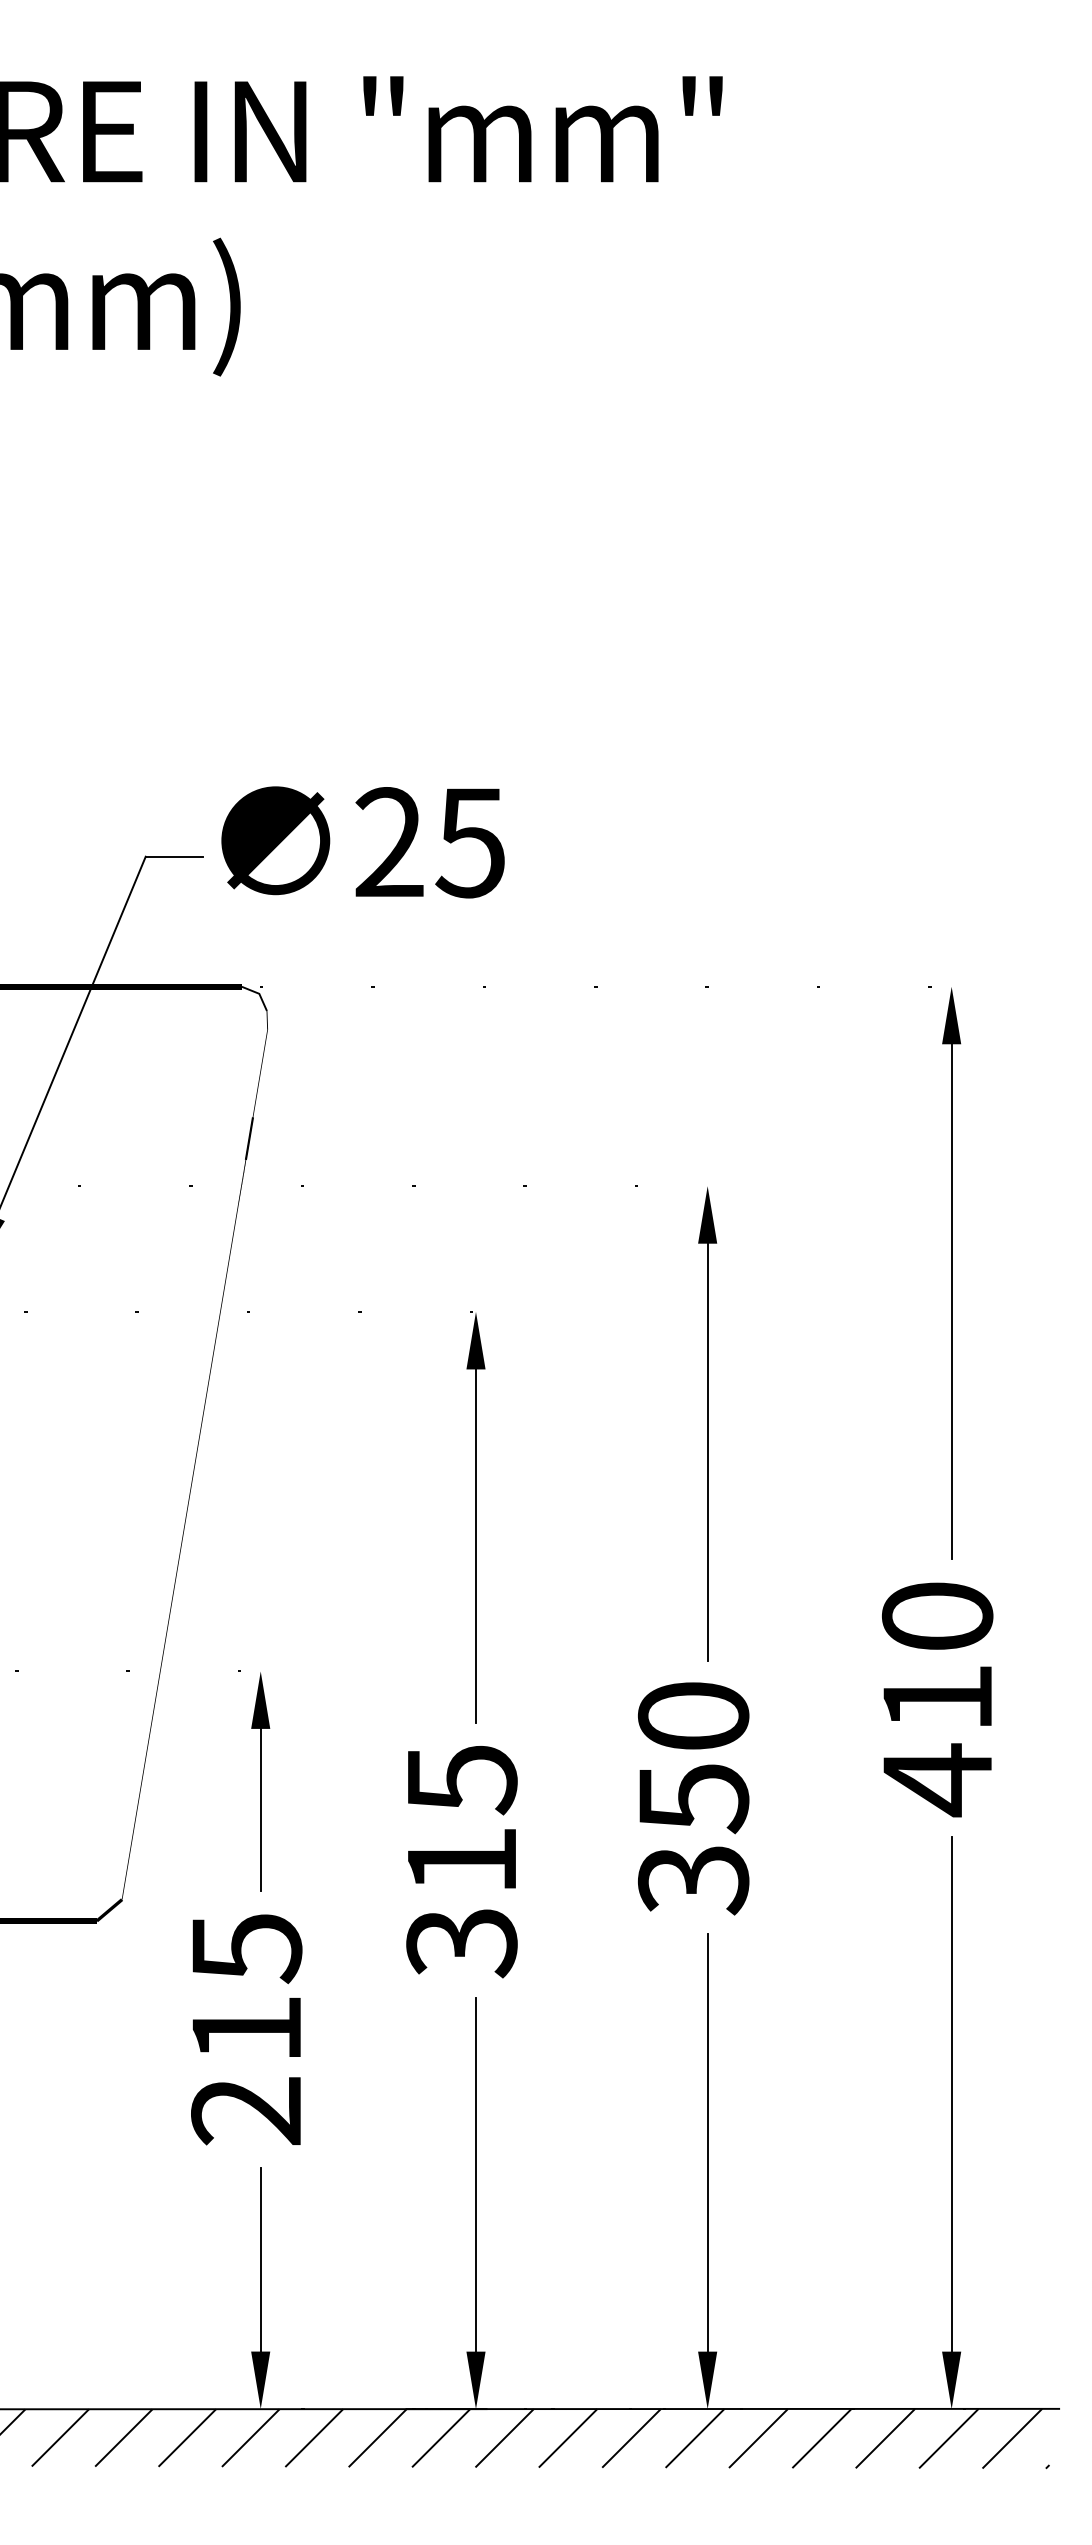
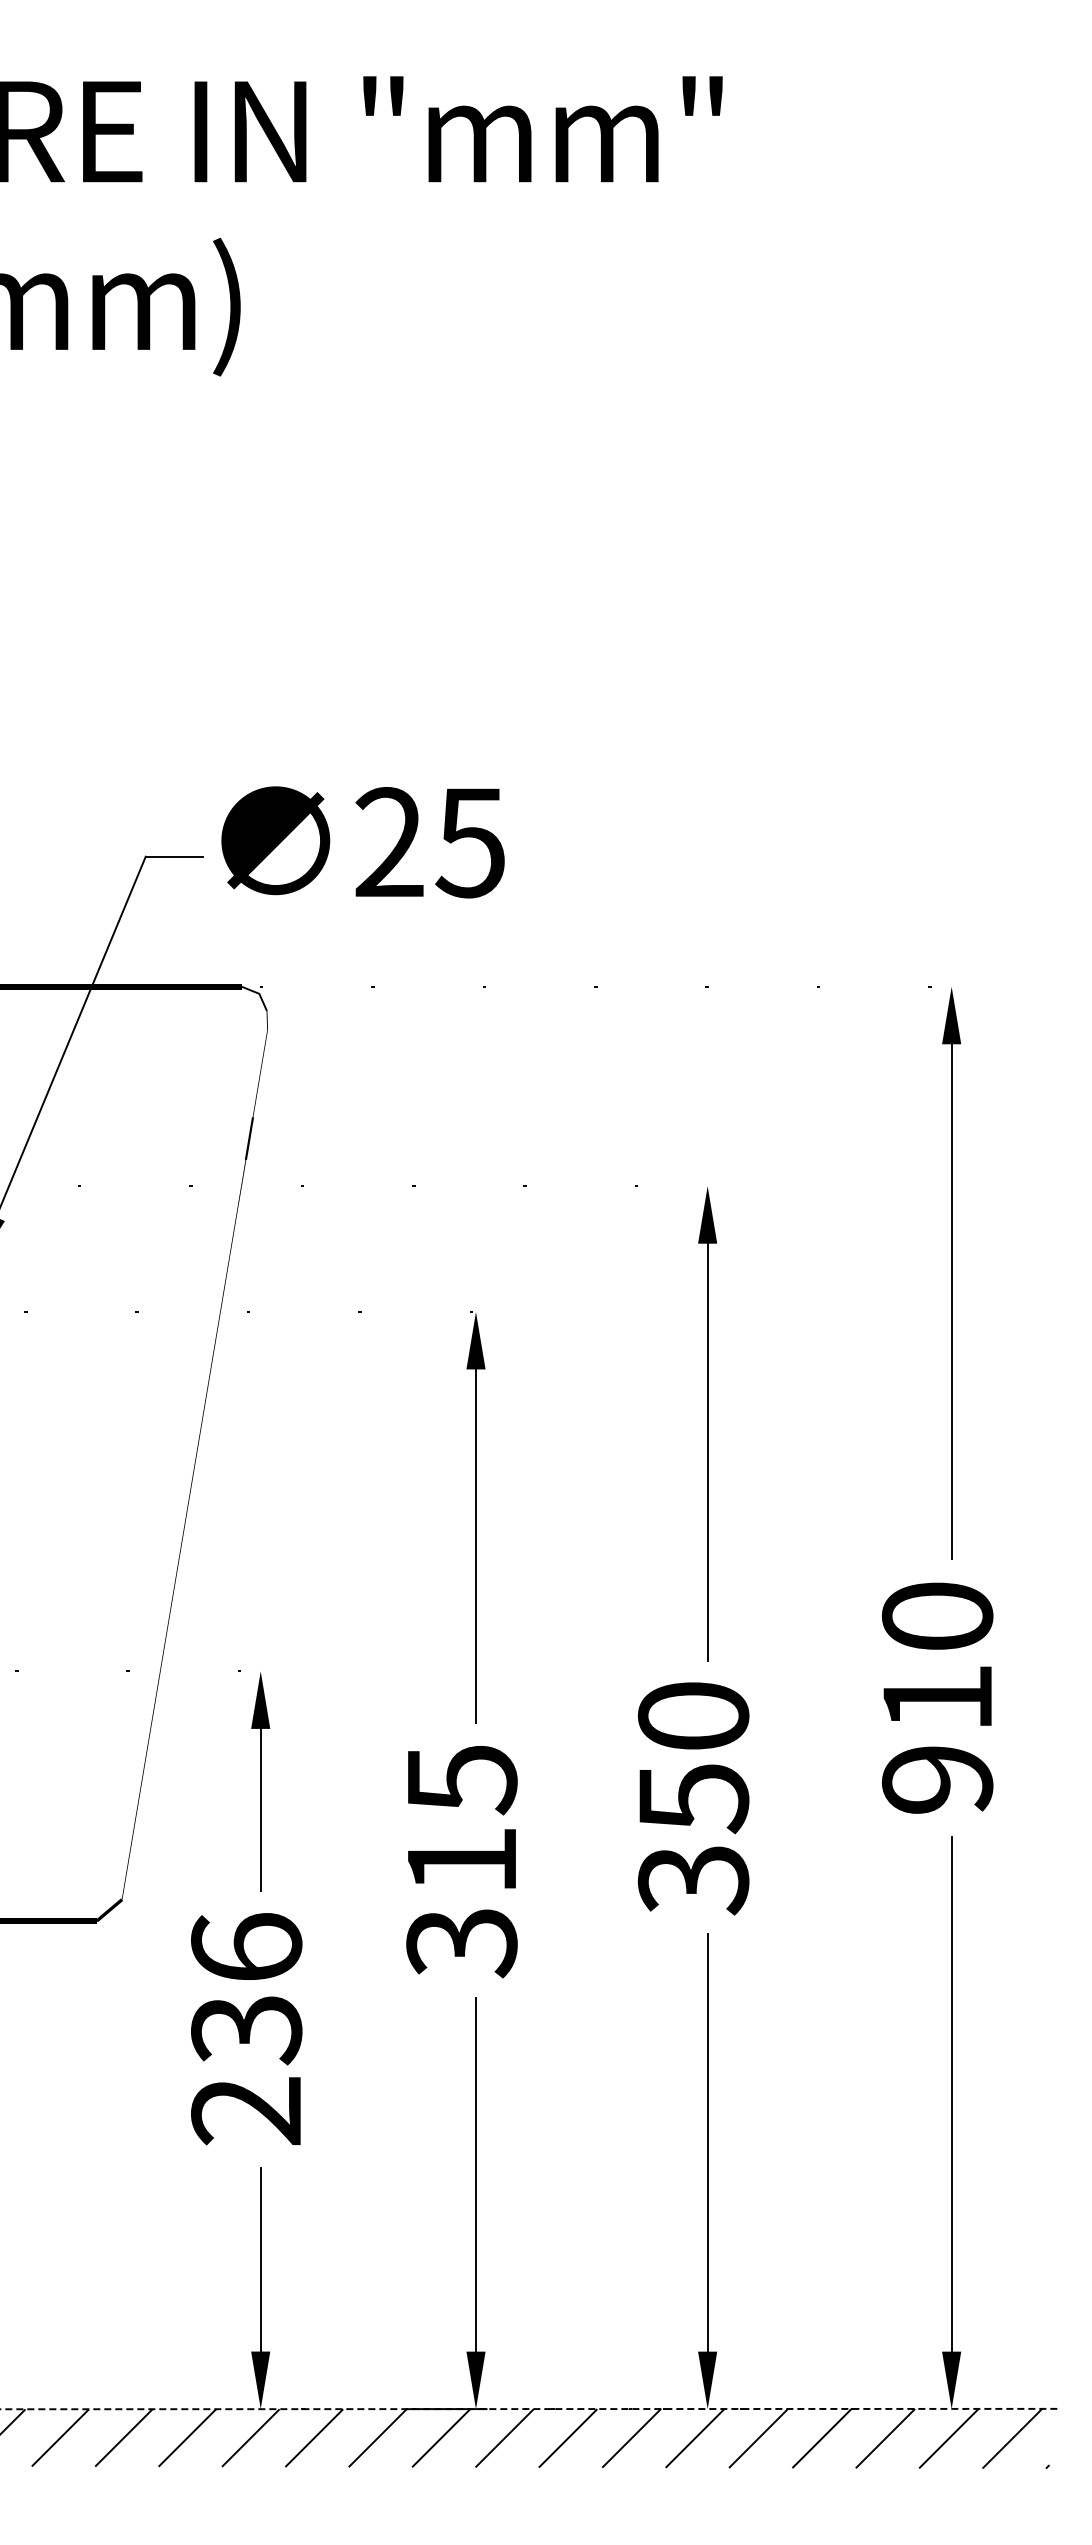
text at (937, 1780): 410 -> 910
text at (246, 1989): 215 -> 236
line at (530, 2409): solid -> dashed
